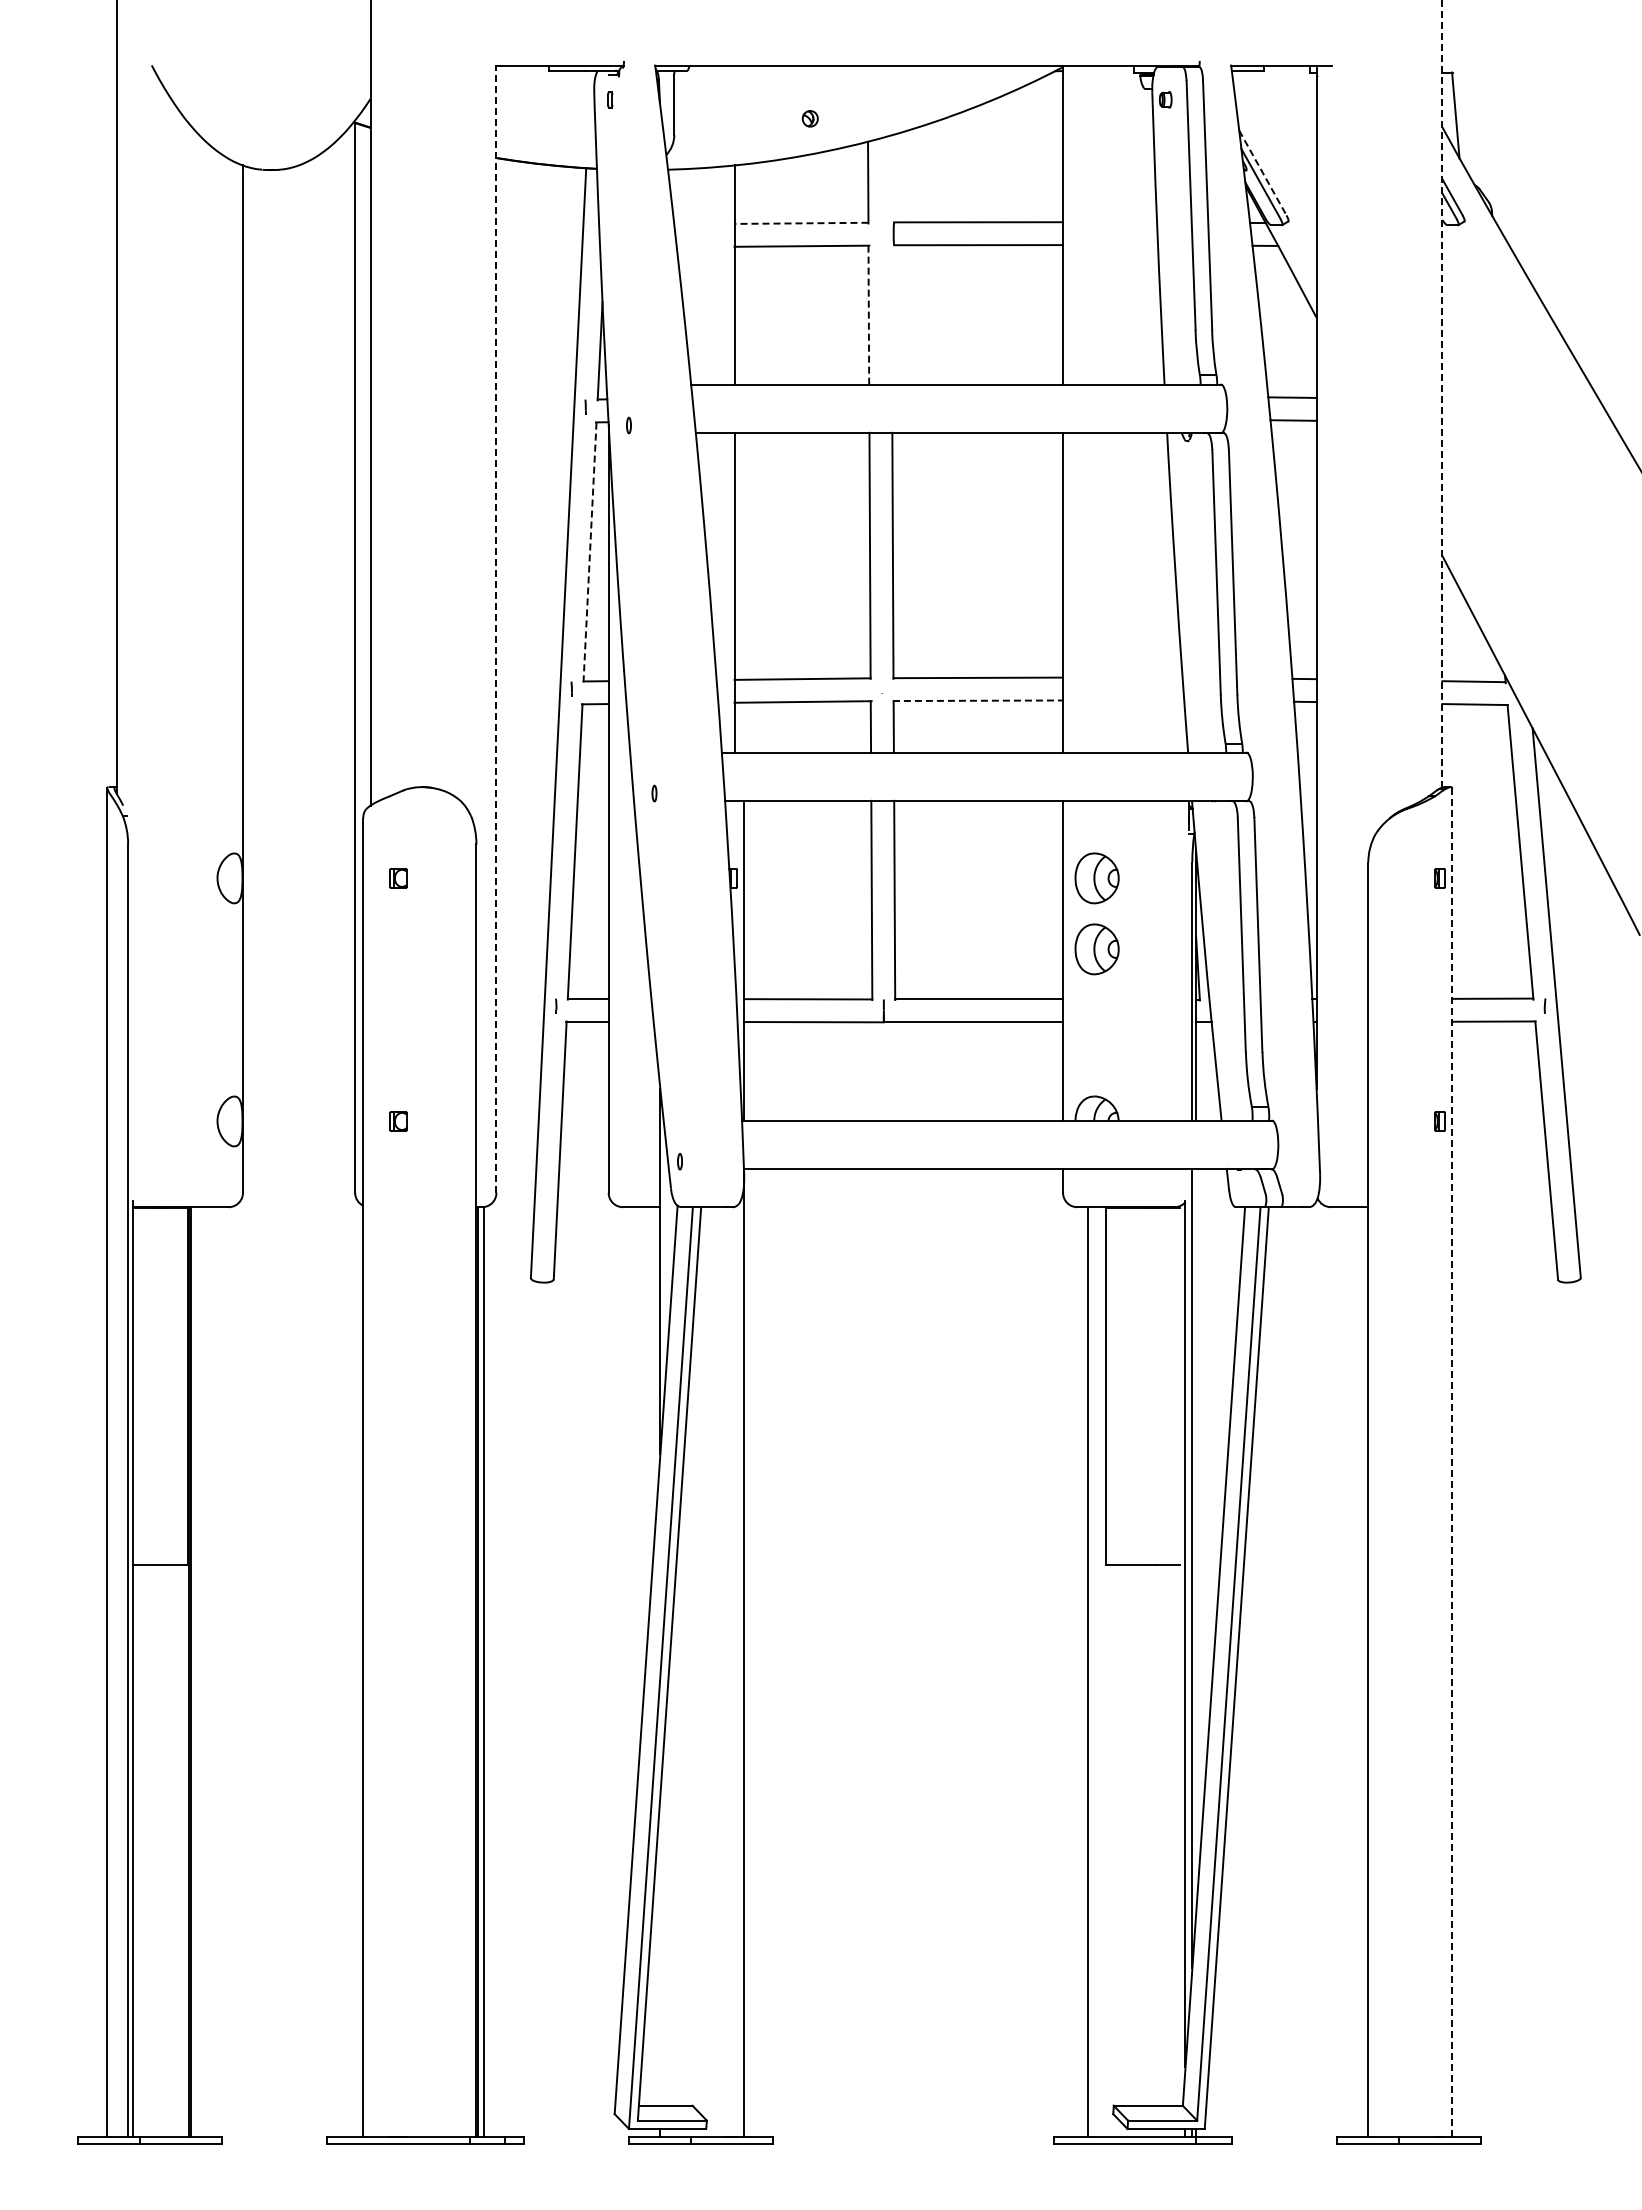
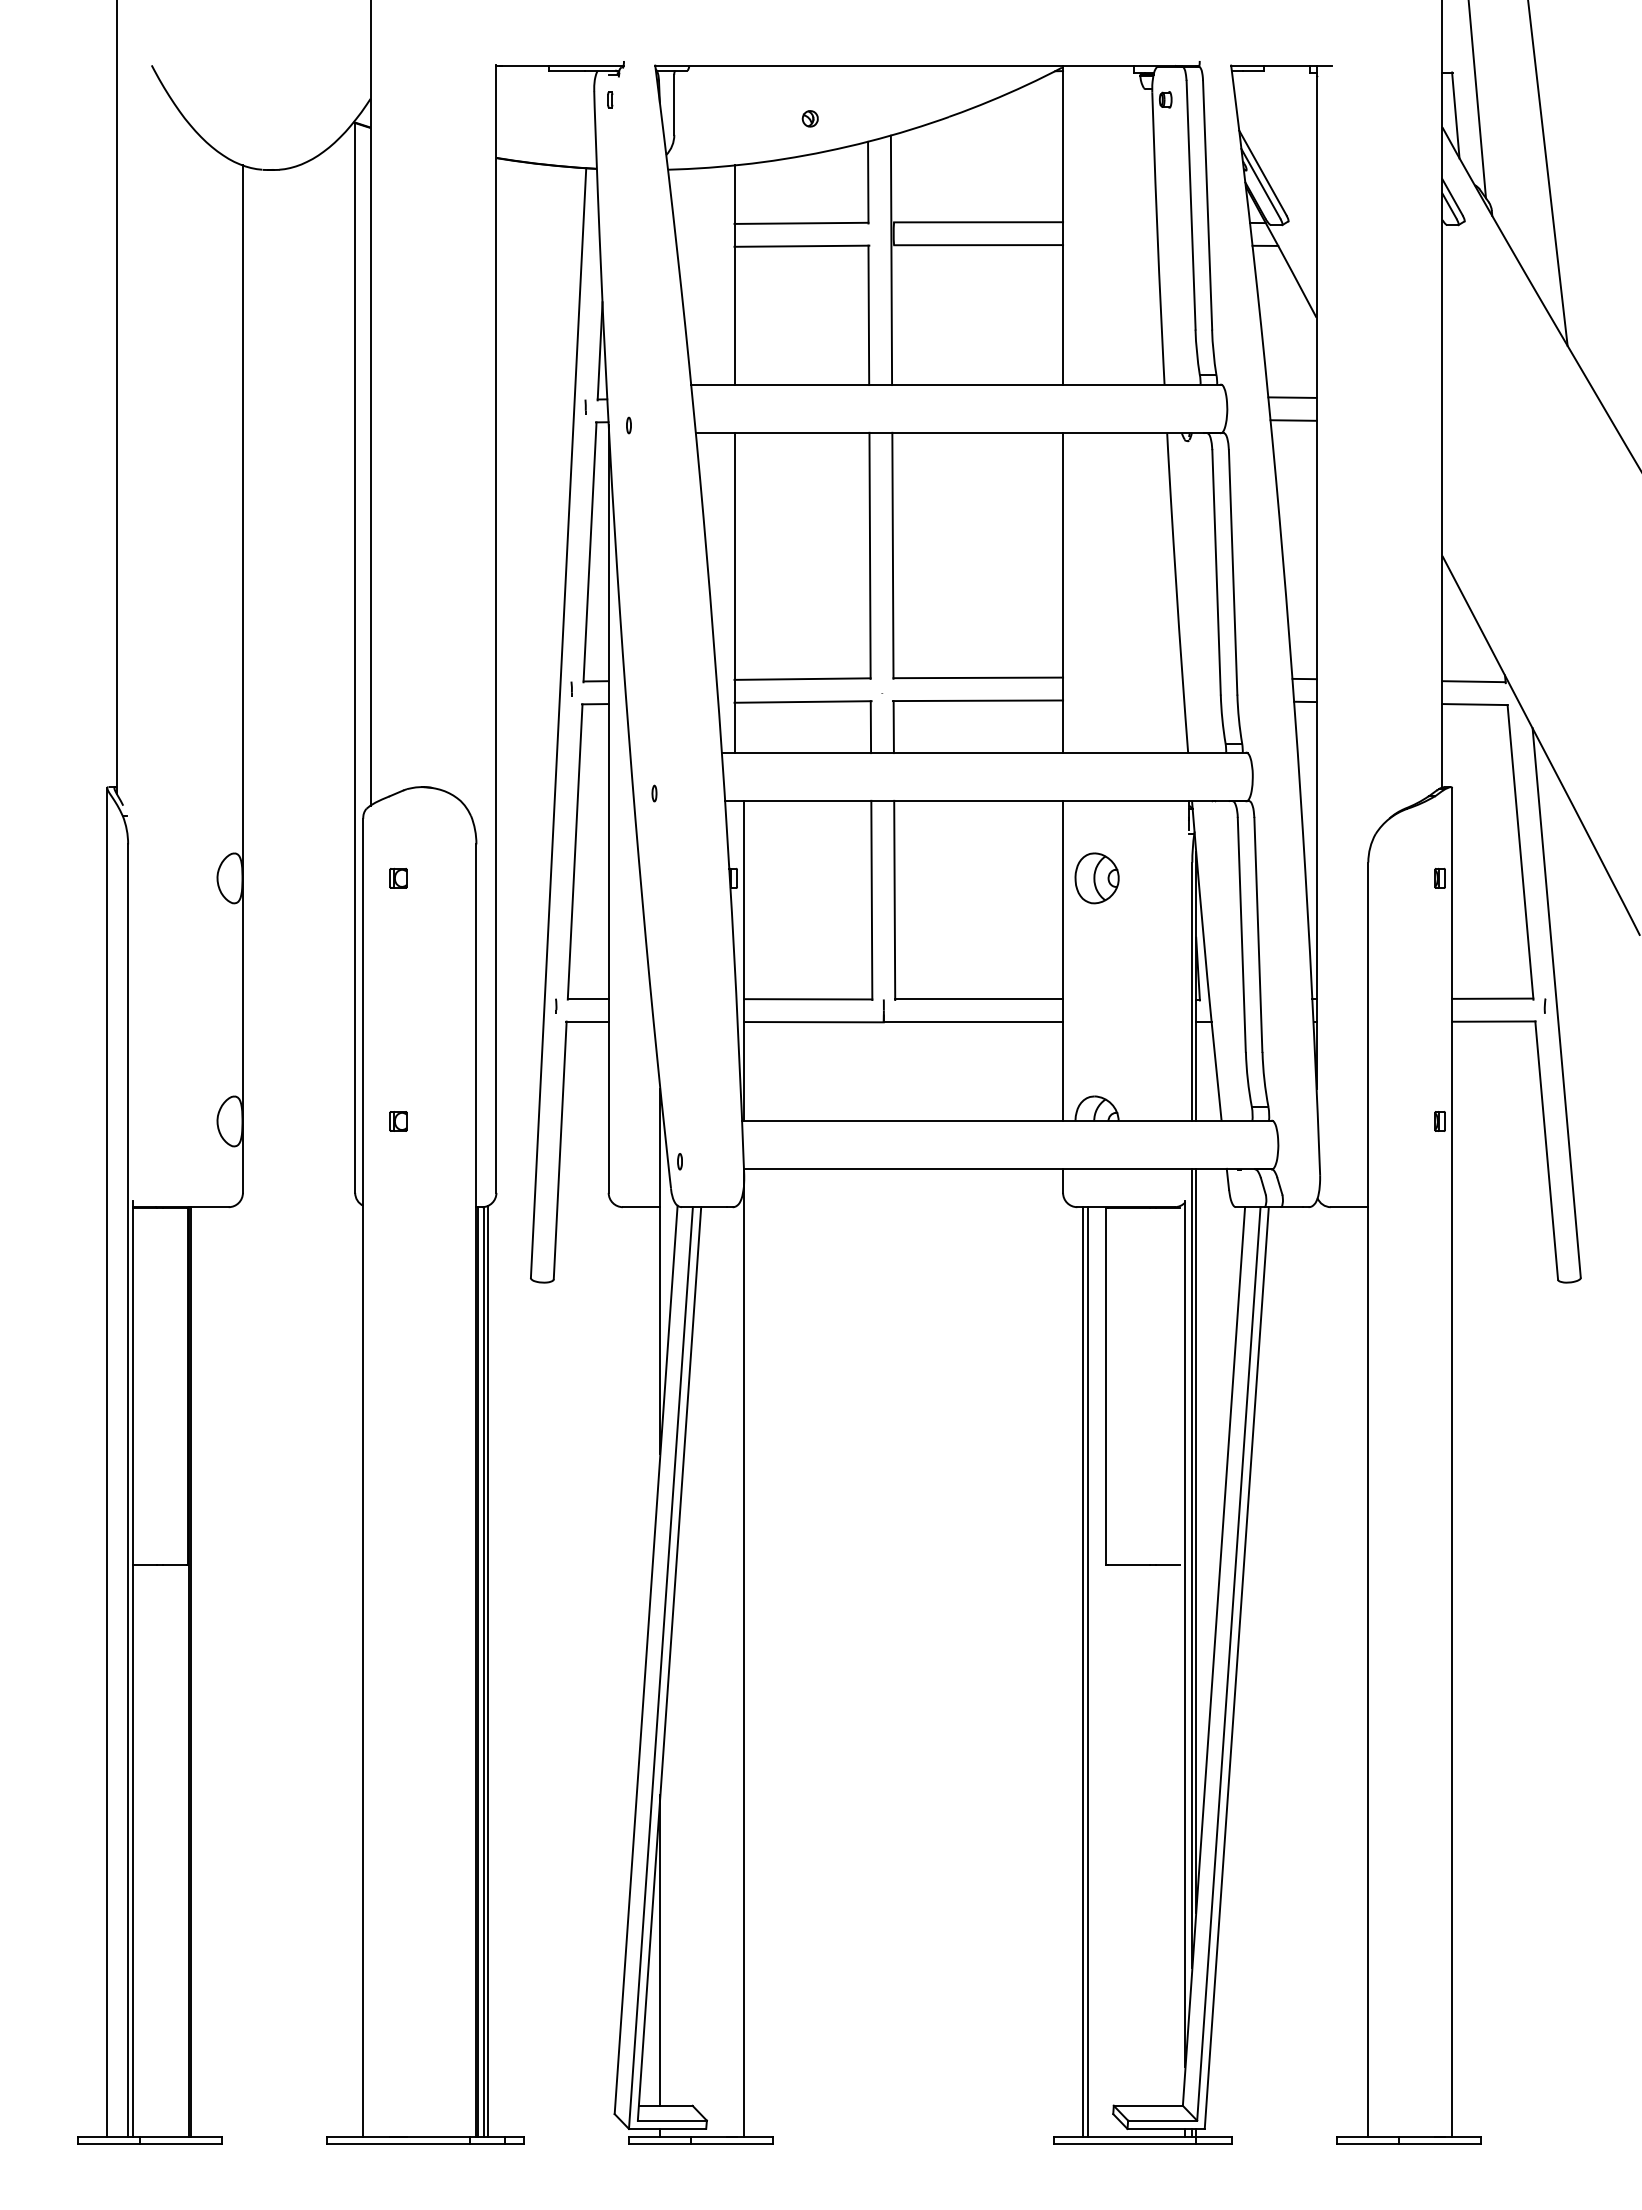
line at (1476, 100): none -> present
line at (1262, 172): dashed -> solid
line at (1547, 173): none -> present
line at (801, 223): dashed -> solid
line at (891, 260): none -> present
line at (868, 315): dashed -> solid
line at (1442, 393): dashed -> solid
line at (590, 551): dashed -> solid
line at (496, 628): dashed -> solid
line at (978, 700): dashed -> solid
part at (1096, 949): present -> none
line at (1452, 1461): dashed -> solid
line at (1196, 1540): none -> present
line at (488, 1670): none -> present
line at (1083, 1671): none -> present
line at (660, 1949): none -> present
